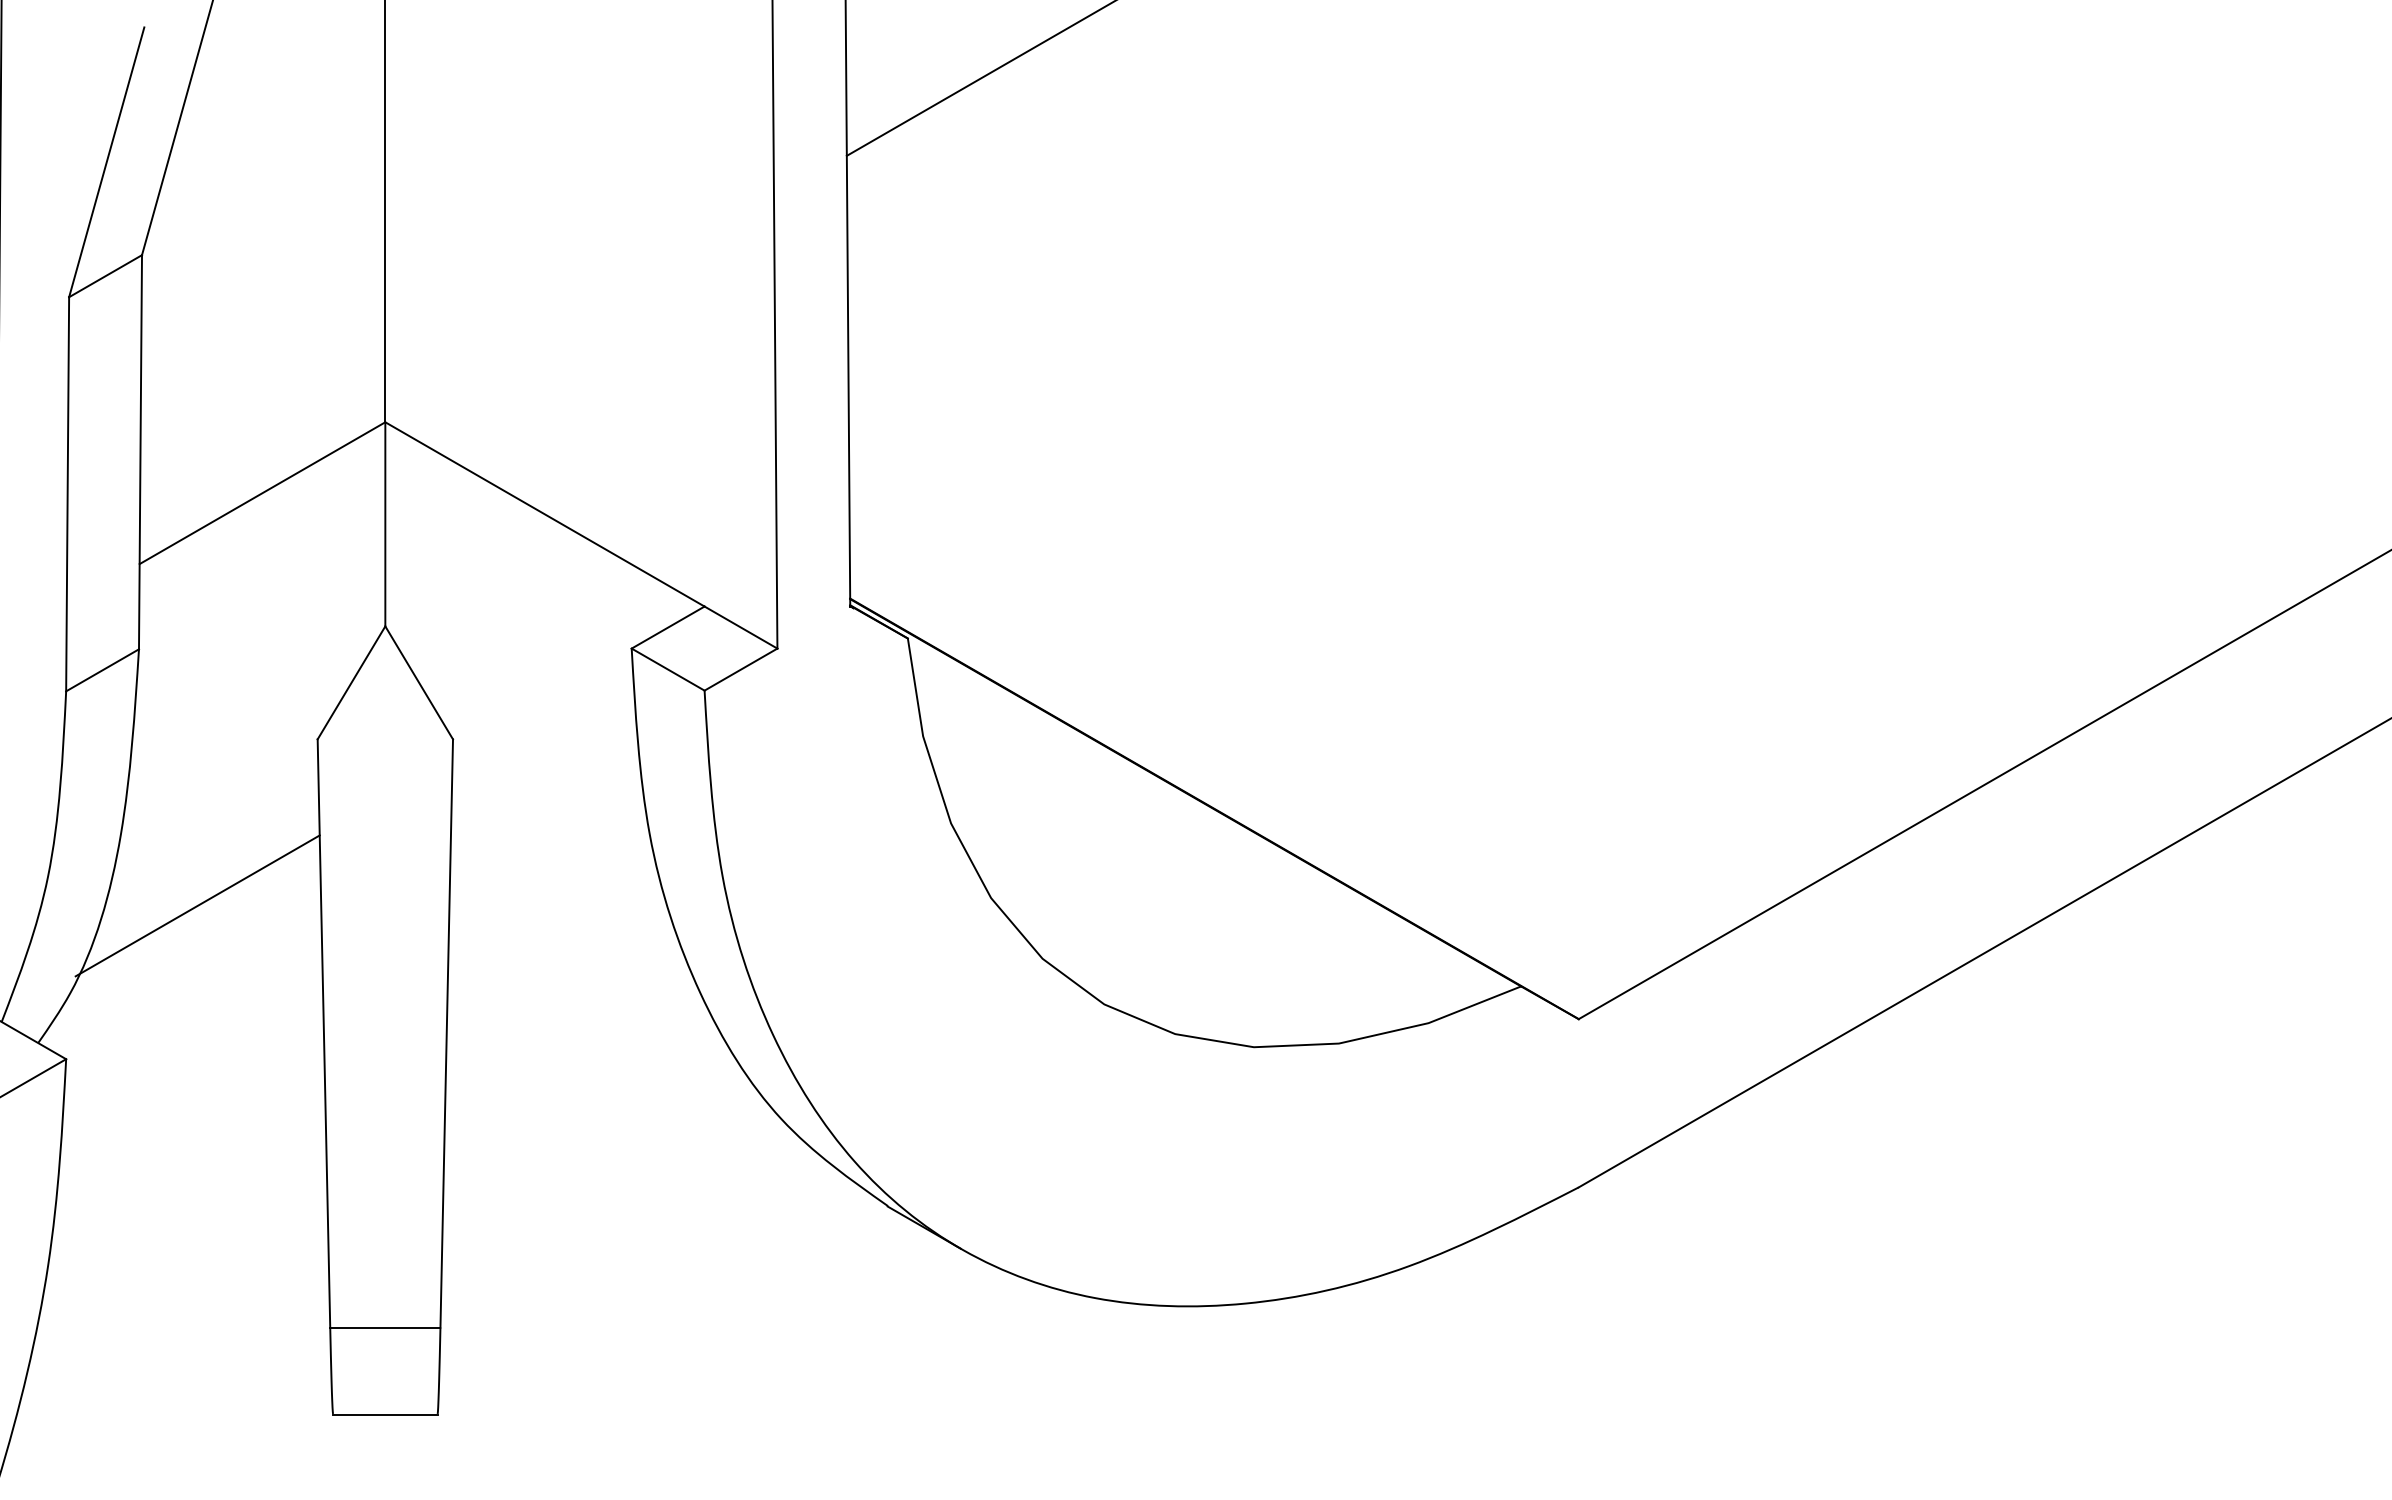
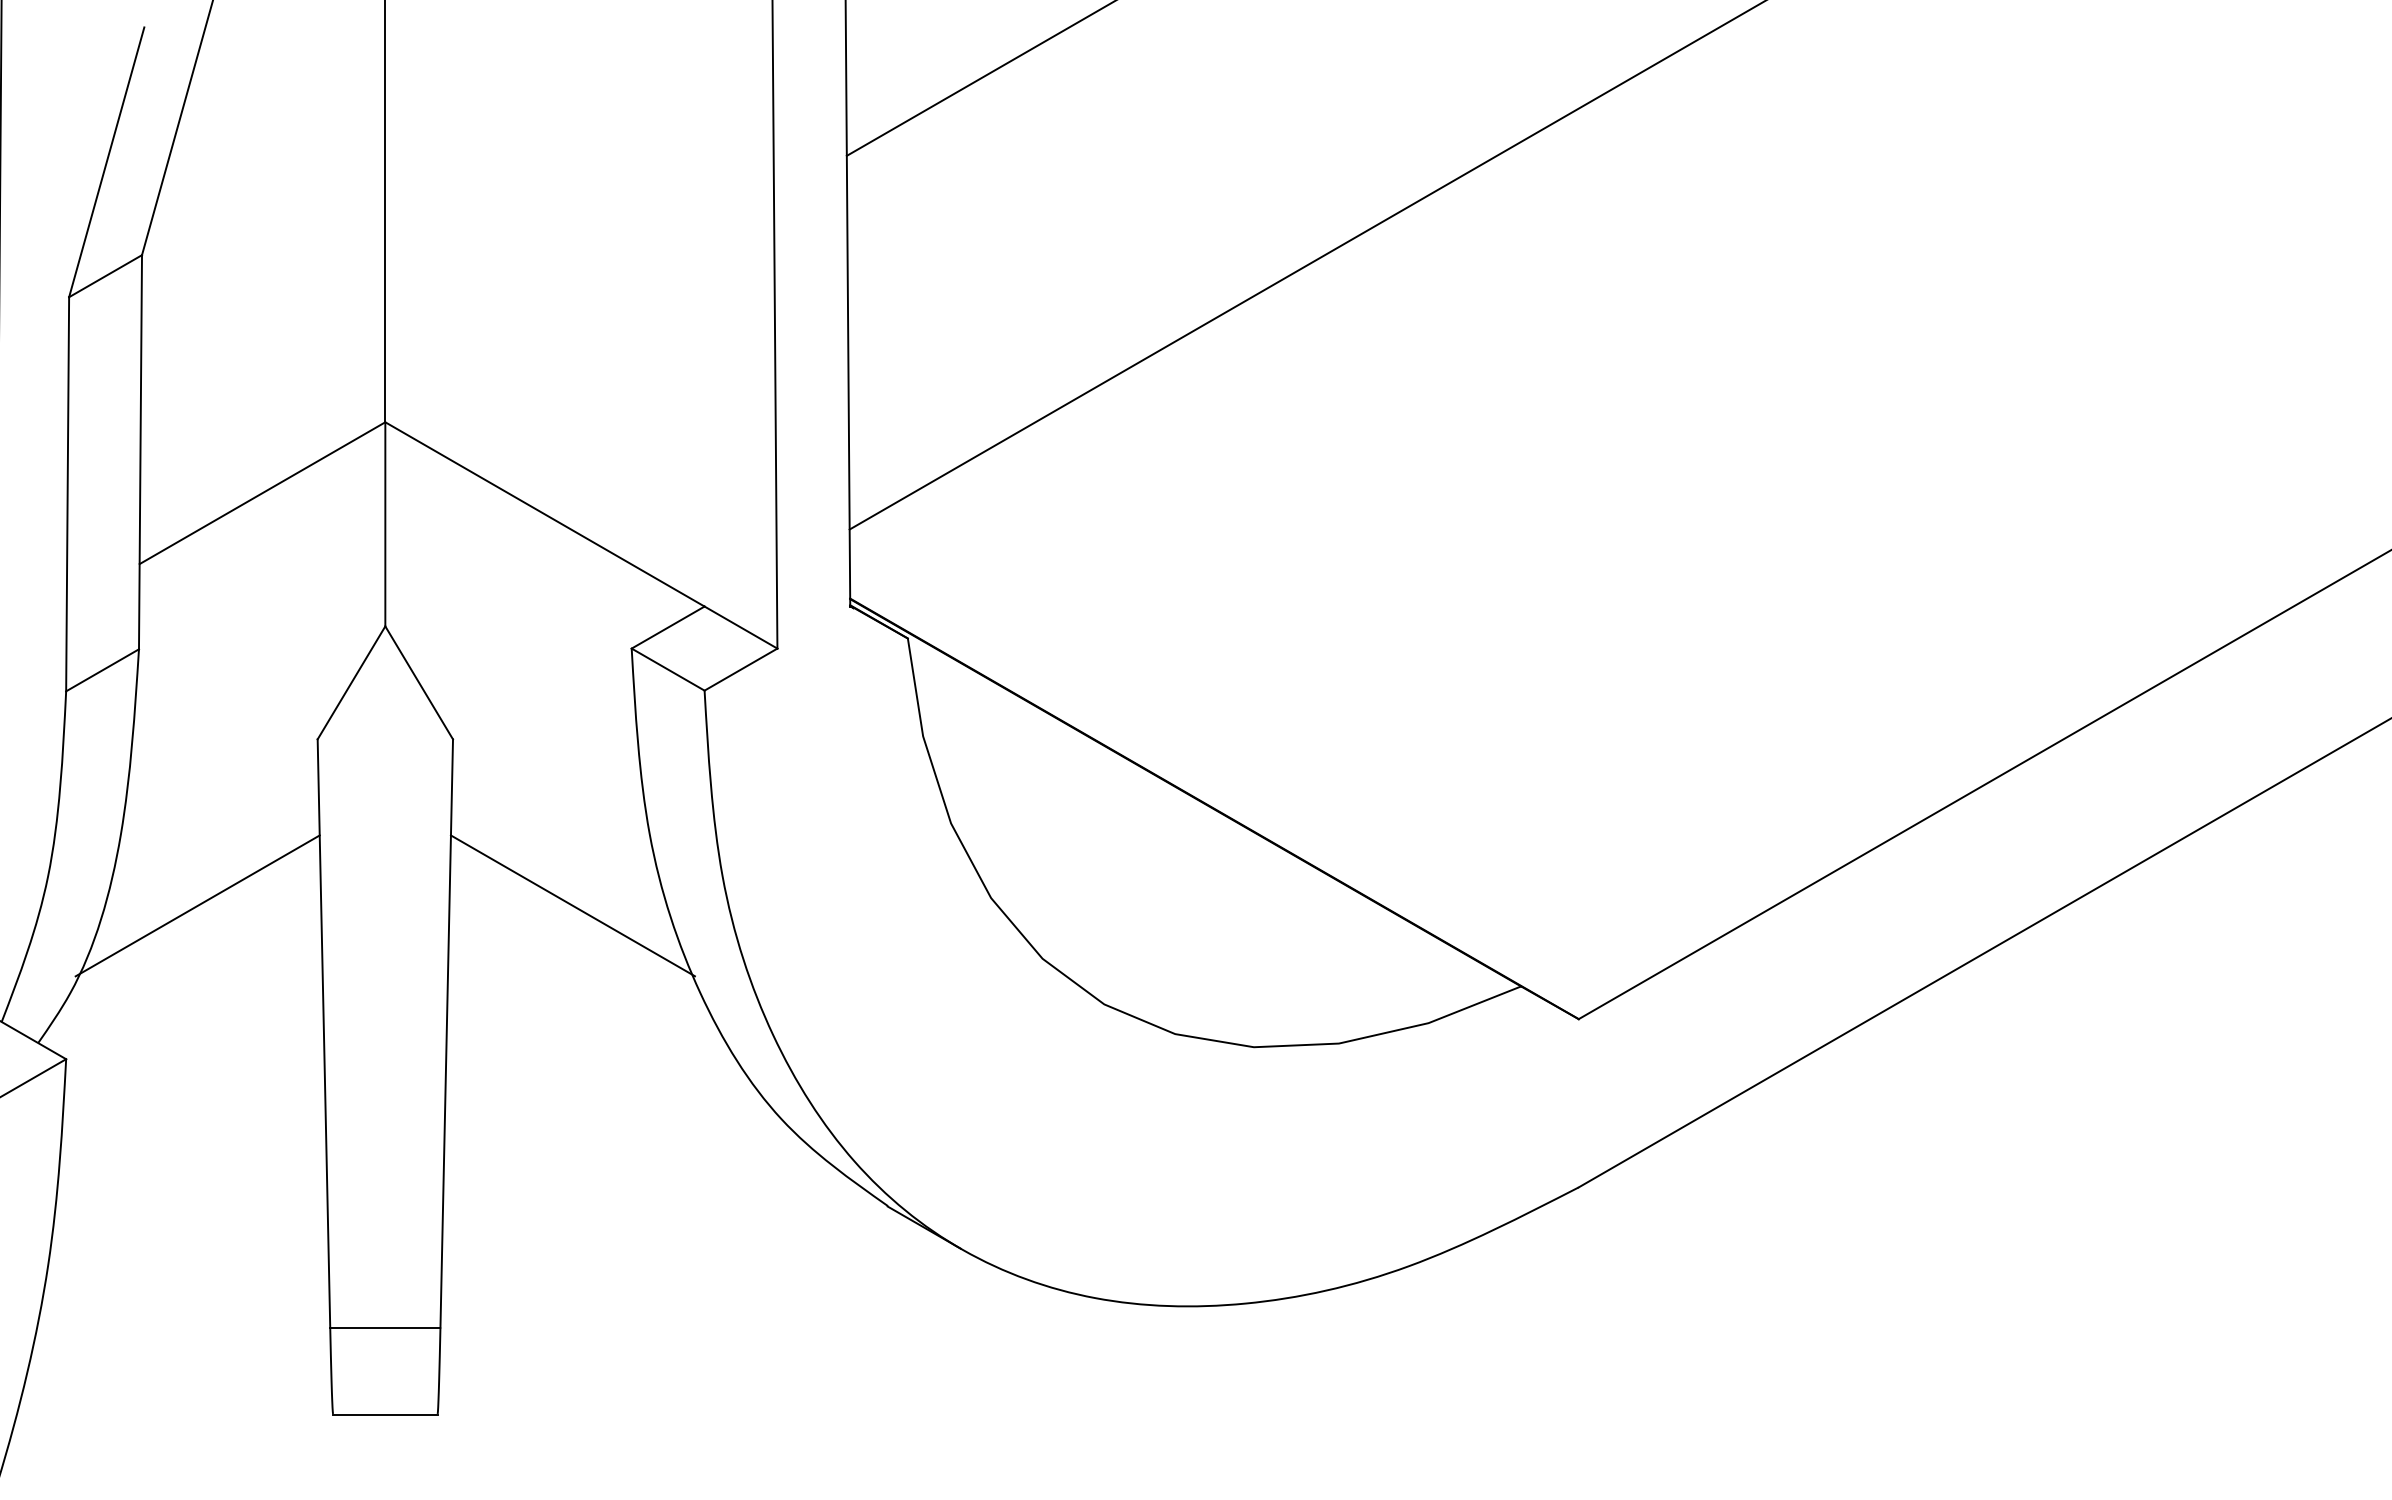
line at (1305, 265): none -> present
line at (572, 905): none -> present
